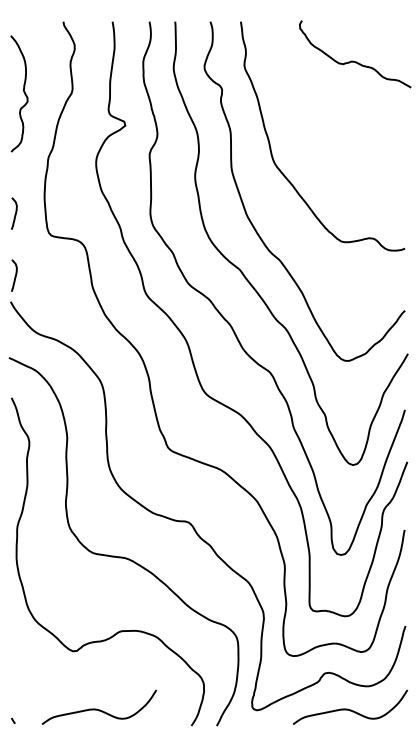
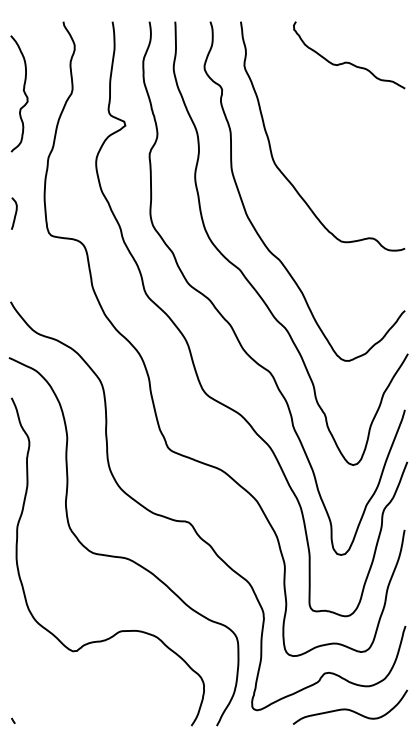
curve at (353, 60) position: (353, 60) -> (347, 61)
curve at (15, 275): present -> none
curve at (97, 708): present -> none
